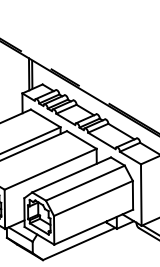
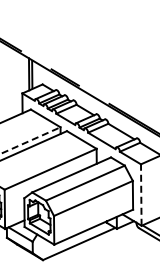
line at (30, 140): solid -> dashed
line at (141, 195): solid -> dashed
